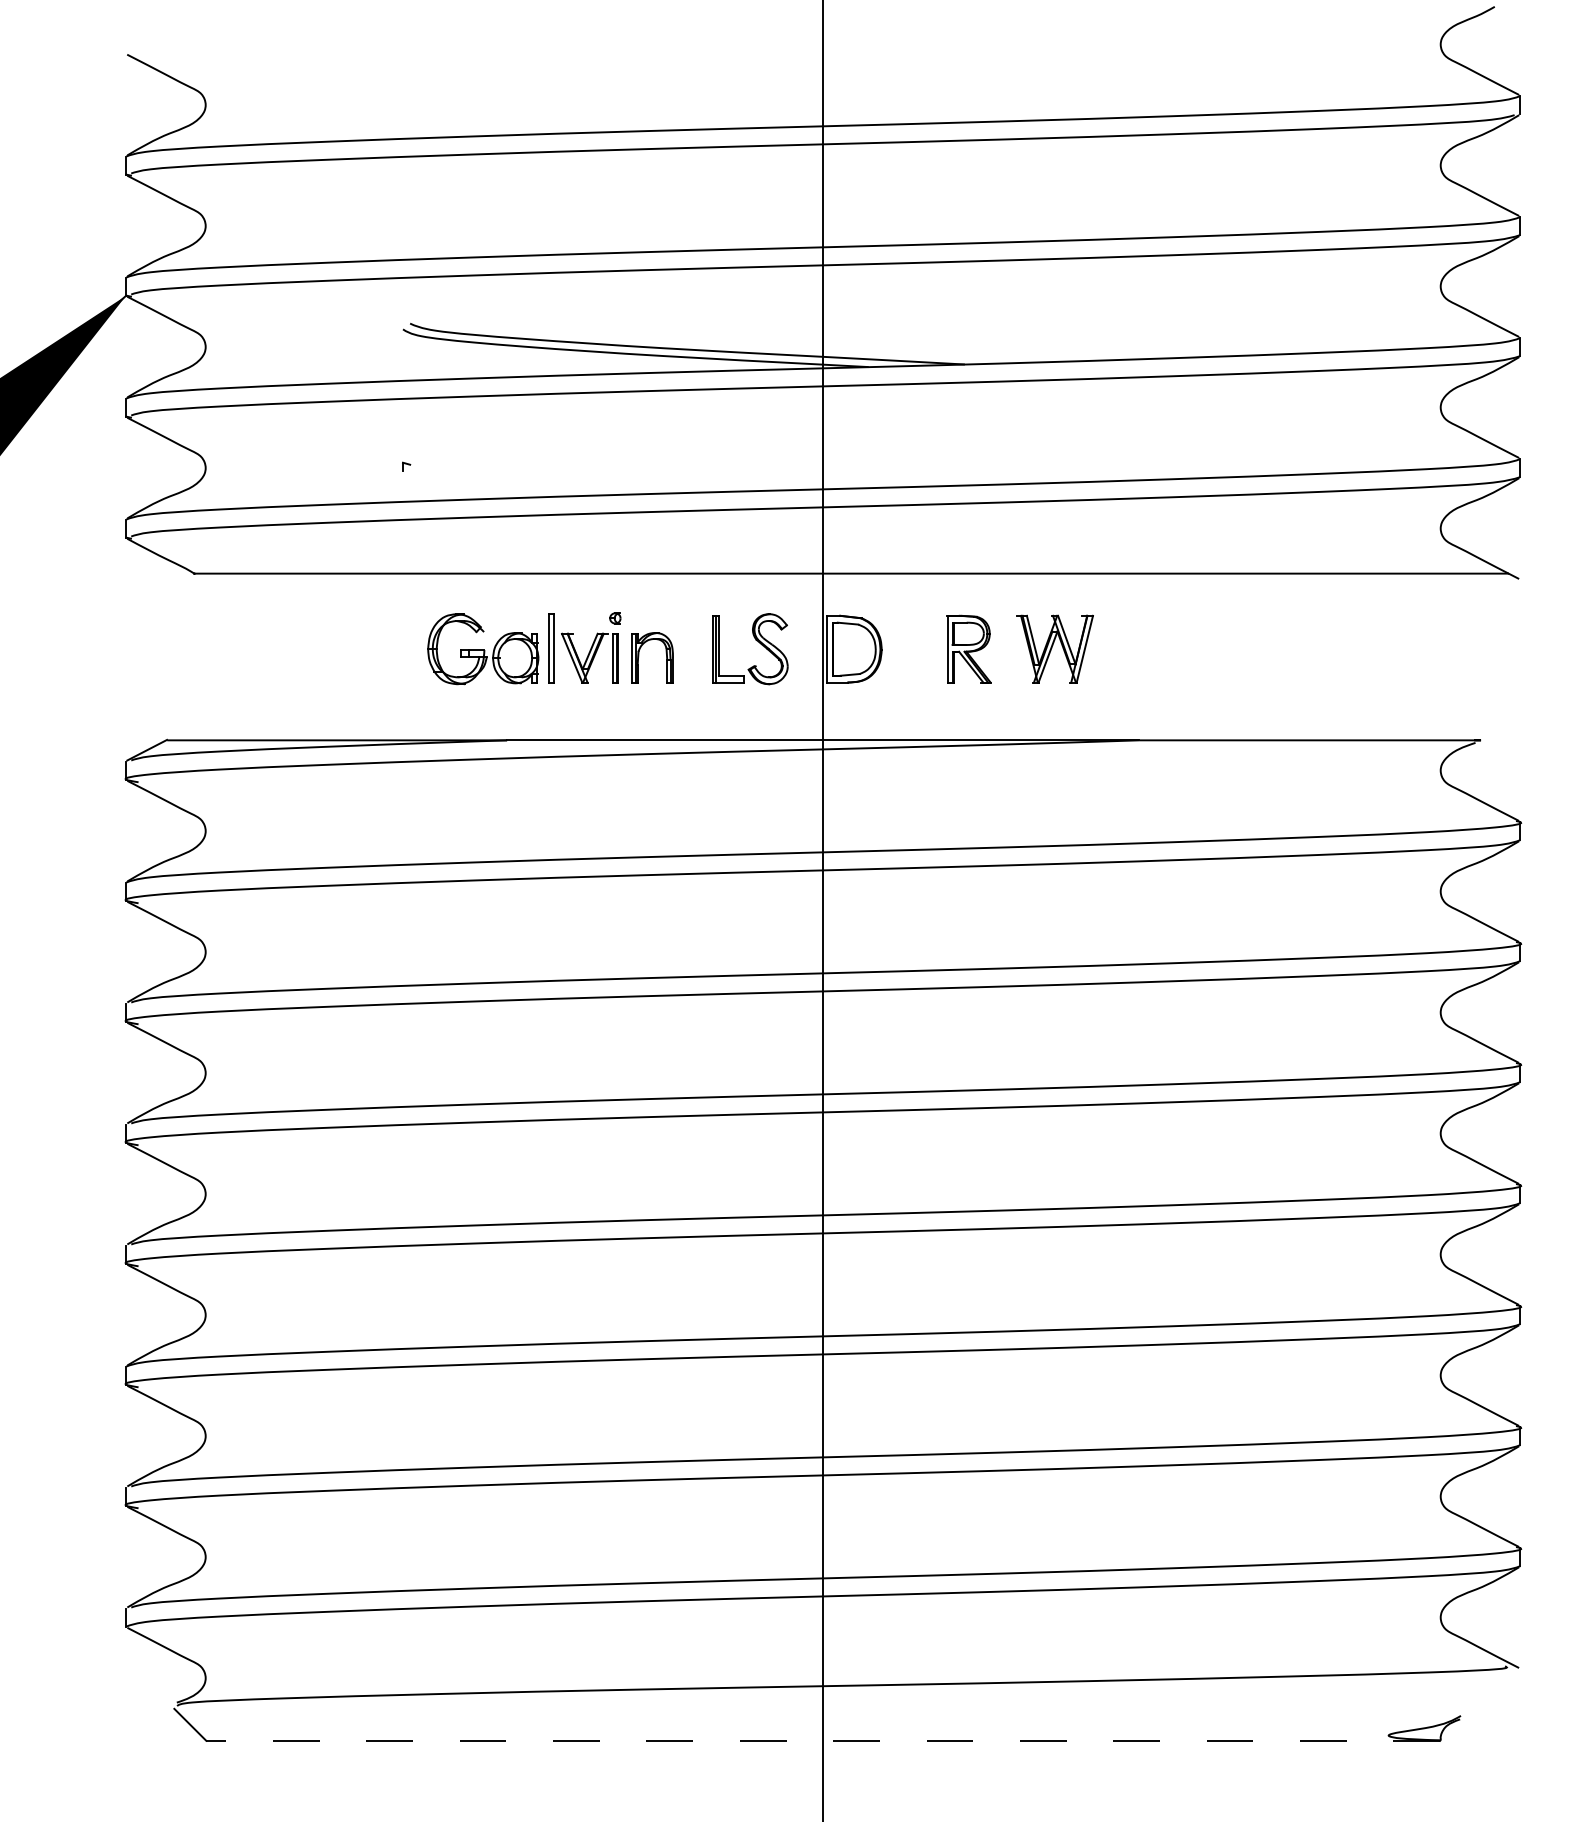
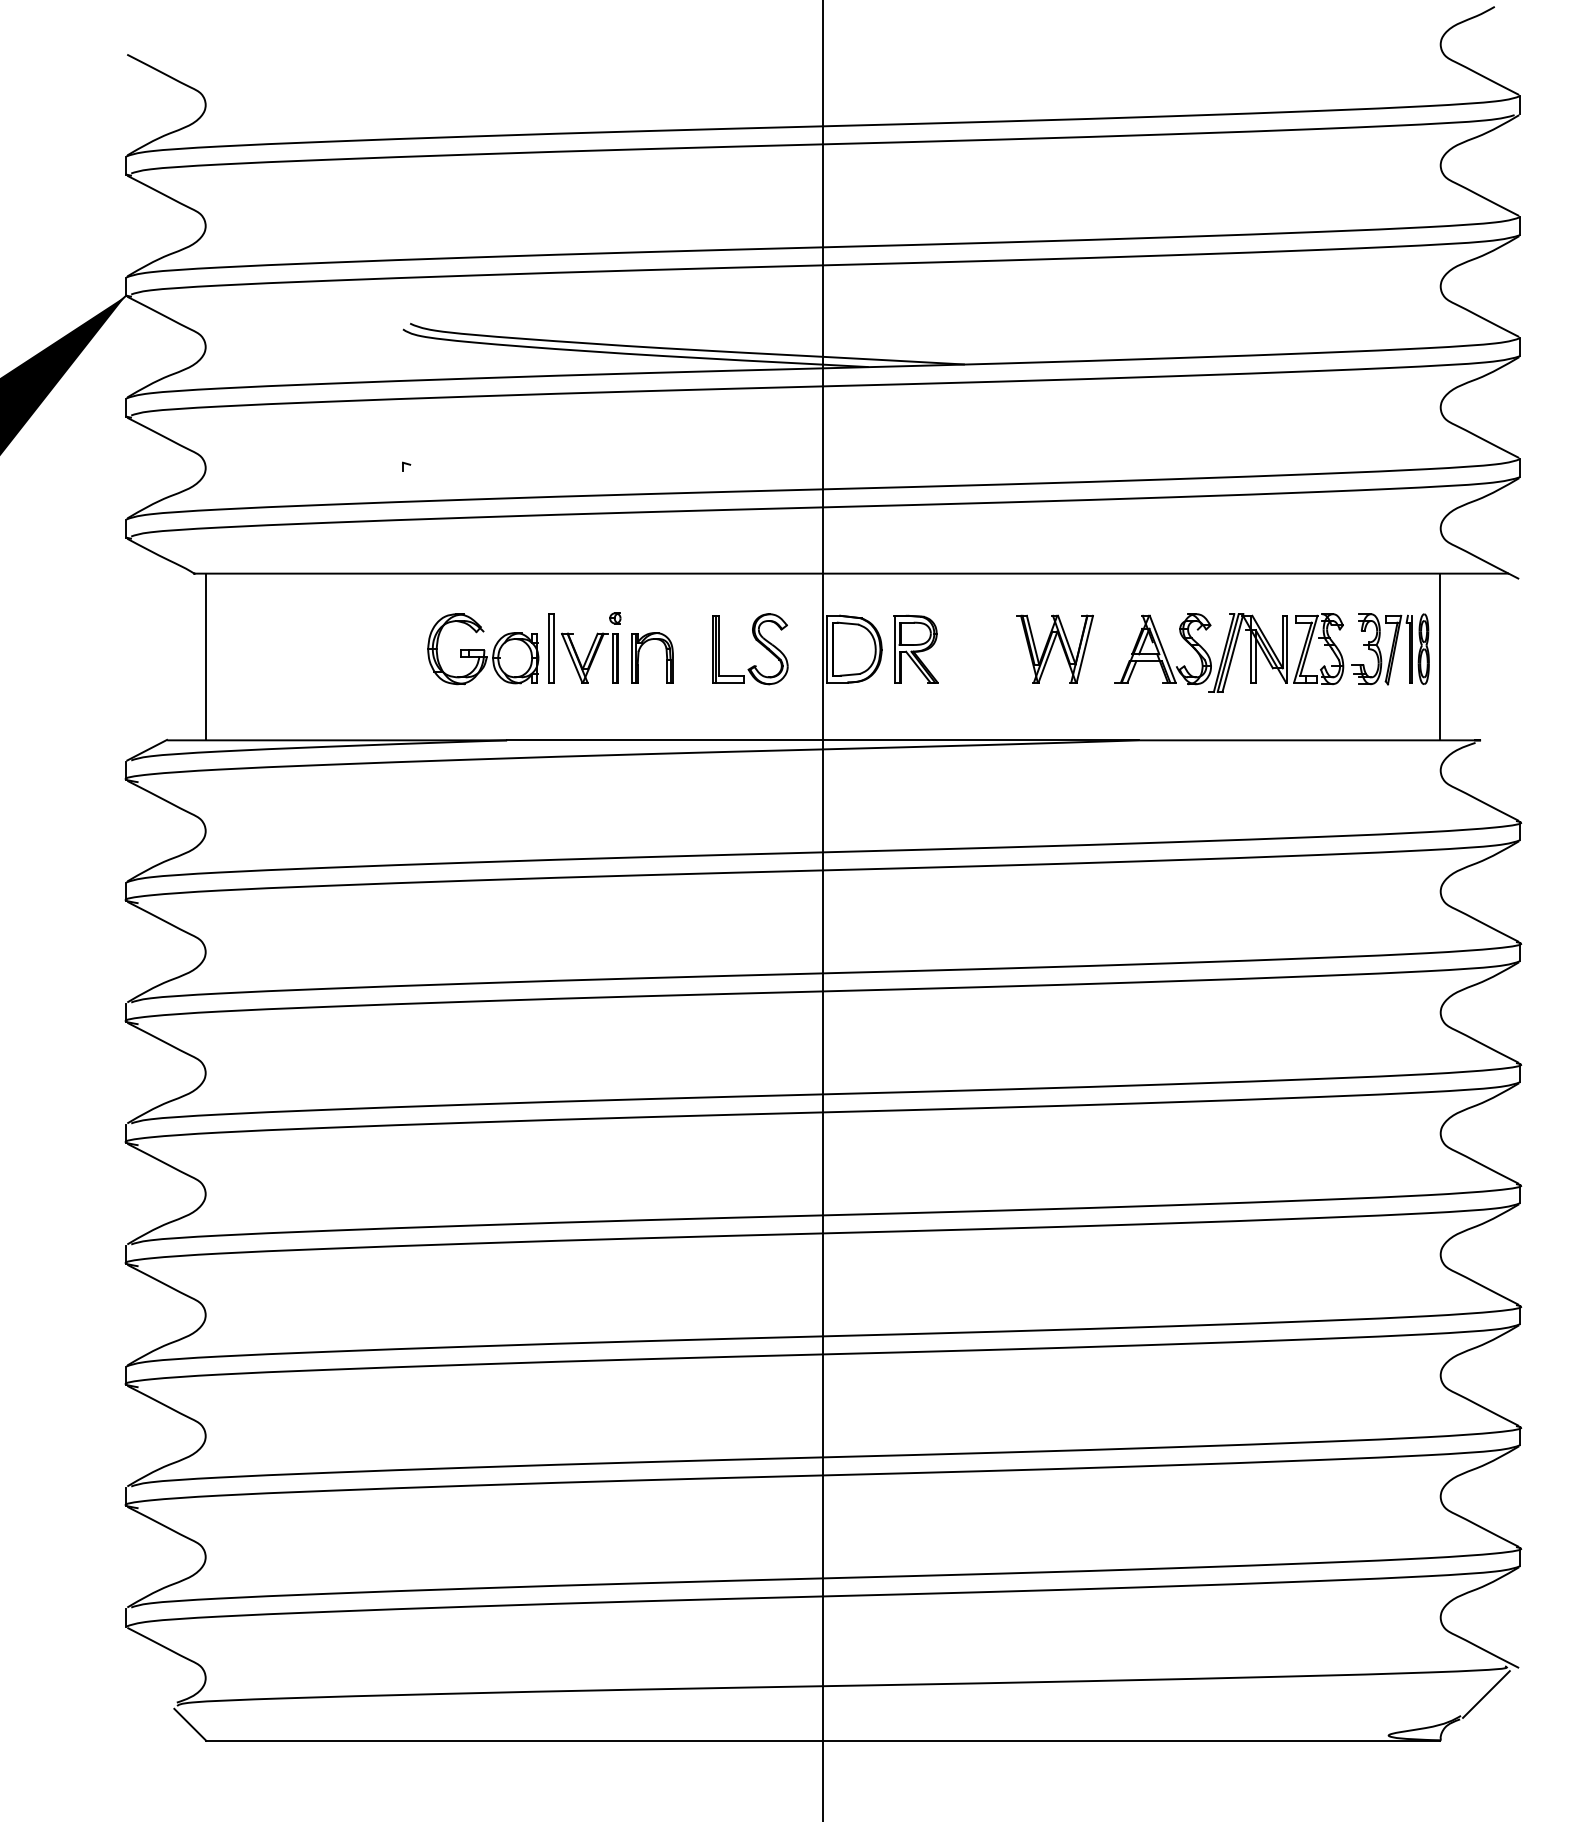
part at (968, 648) position: (968, 648) -> (915, 648)
part at (1271, 652): none -> present
line at (206, 656): none -> present
line at (1440, 656): none -> present
line at (1486, 1694): none -> present
line at (823, 1740): dashed -> solid
